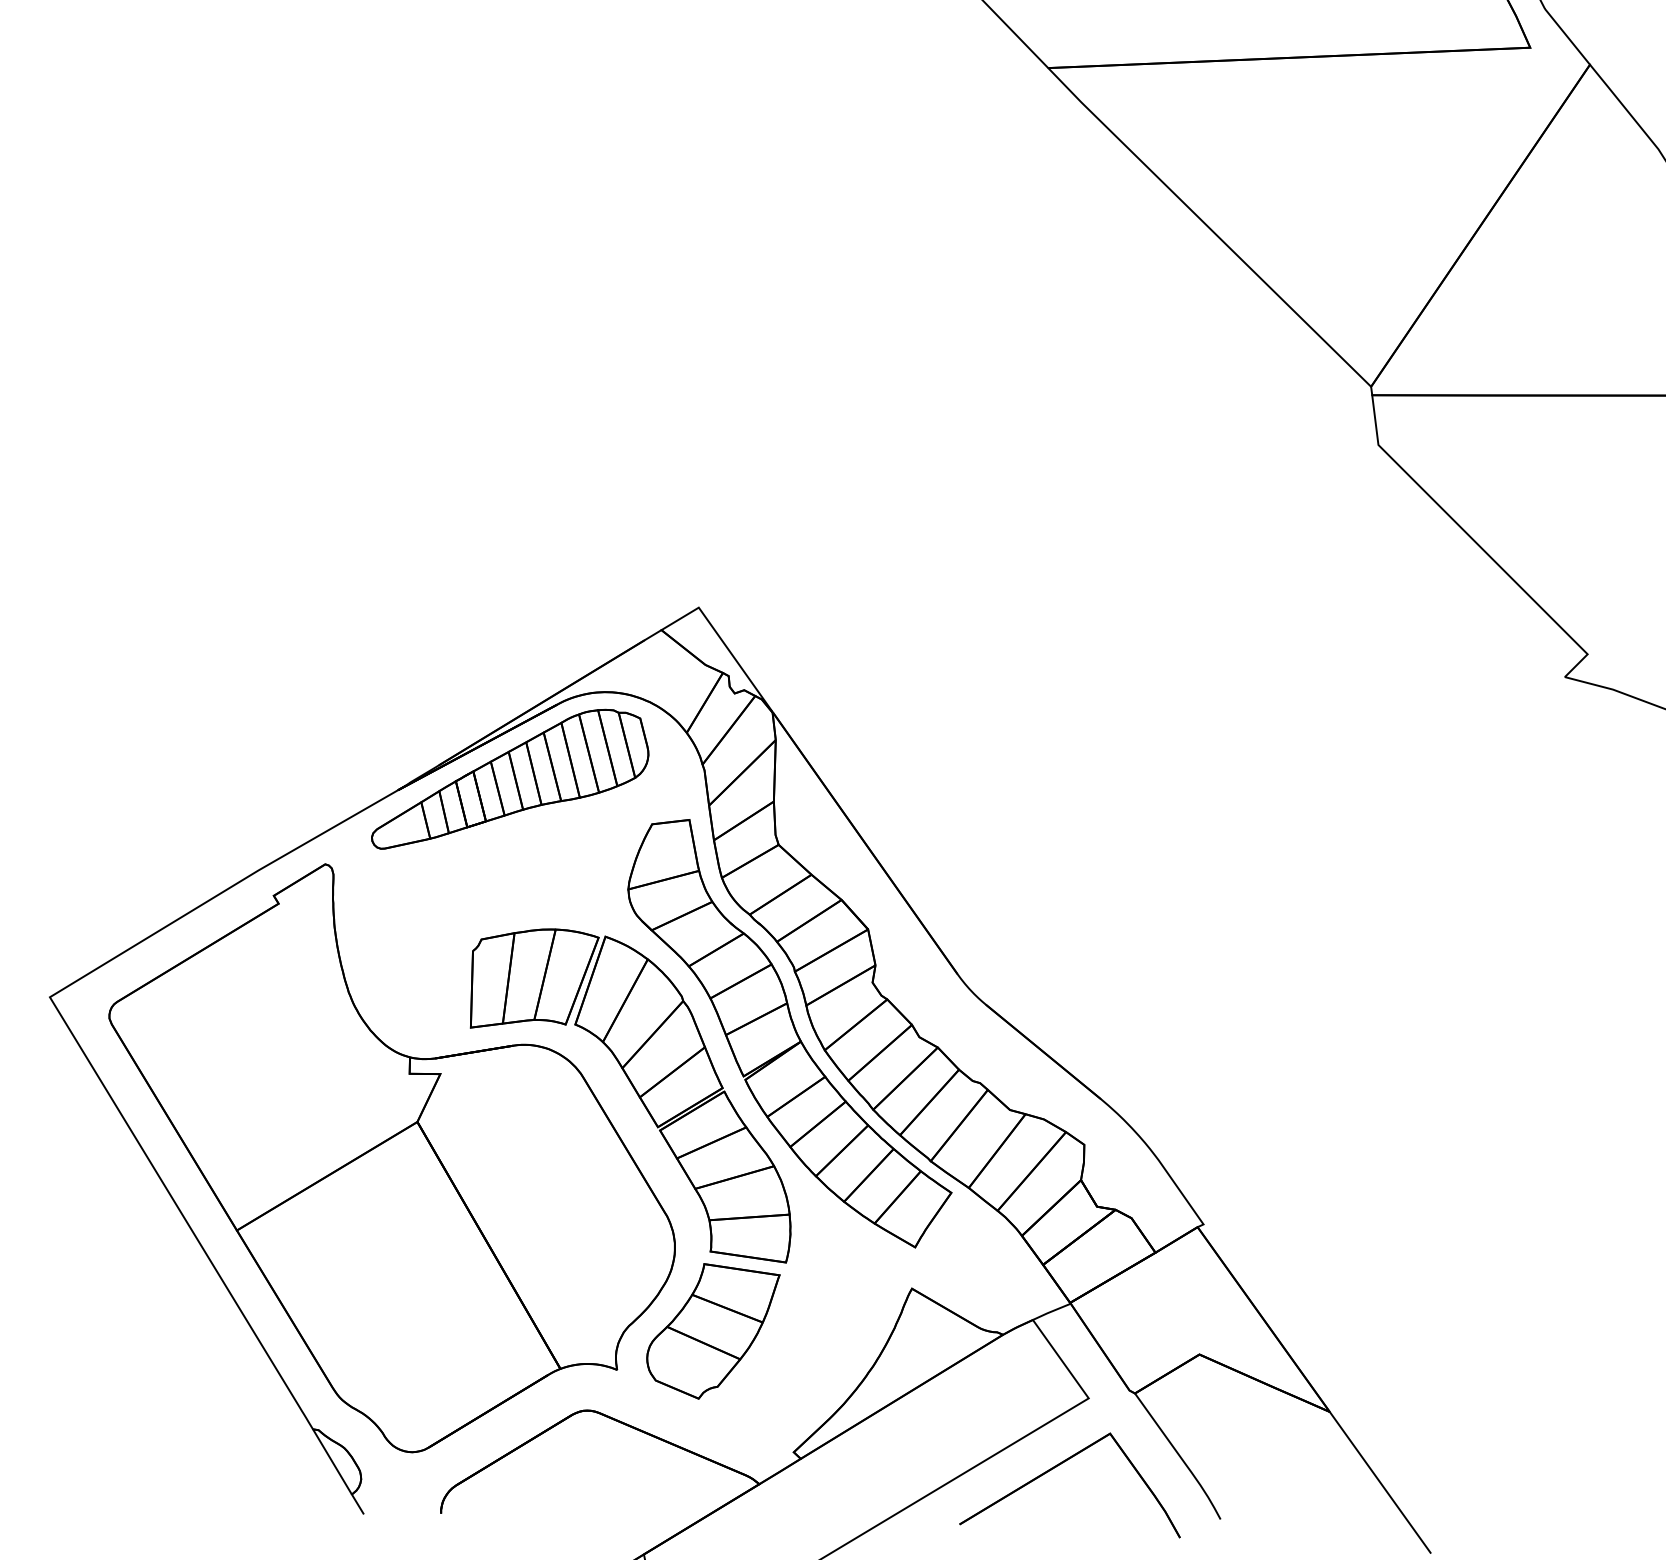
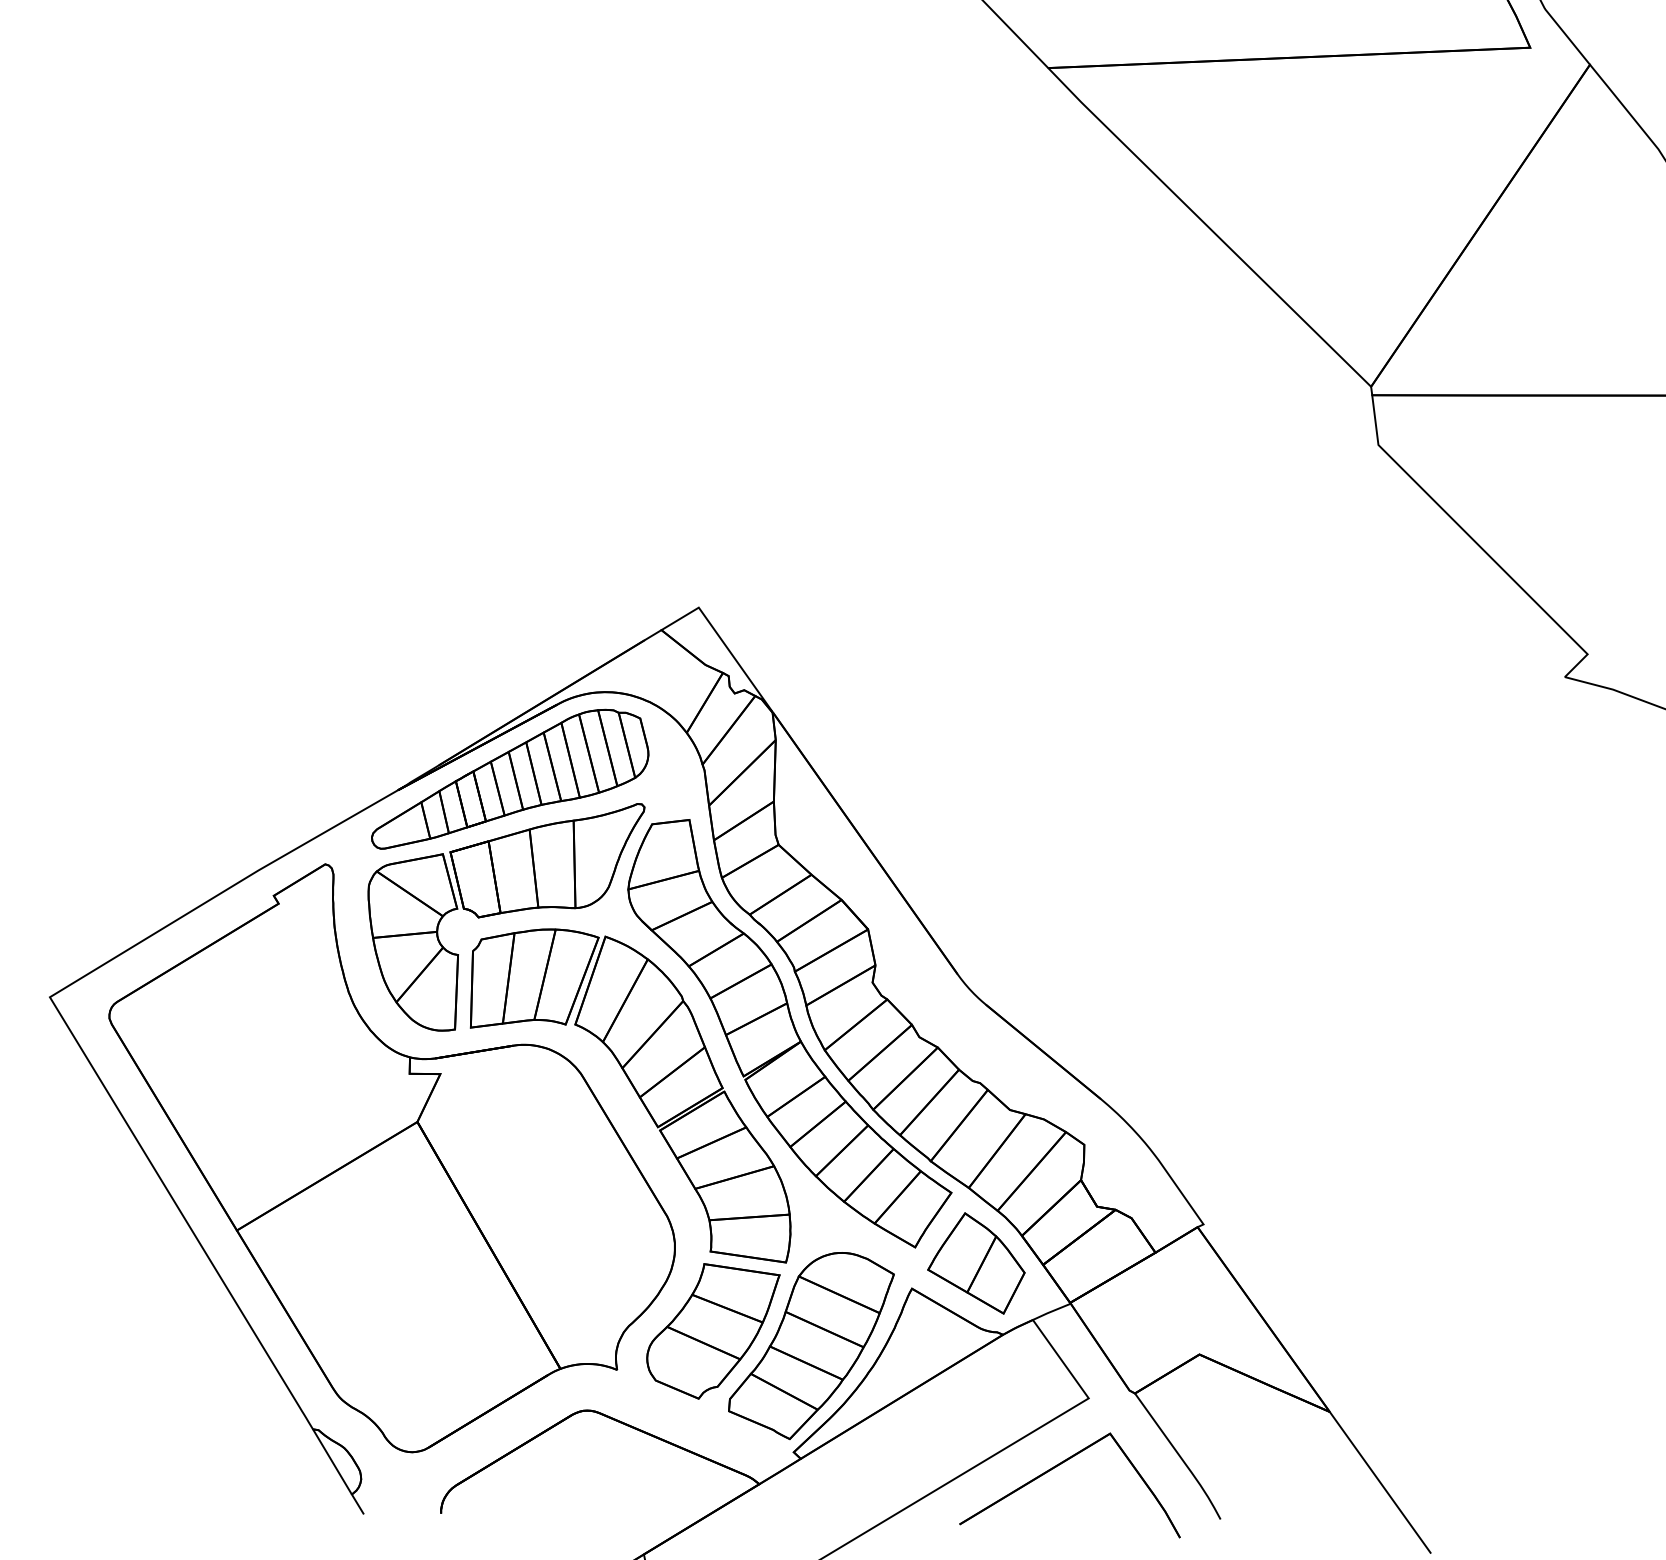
part at (506, 917): none -> present
part at (976, 1263): none -> present
part at (811, 1346): none -> present
